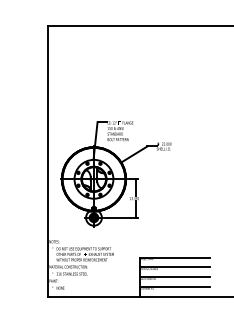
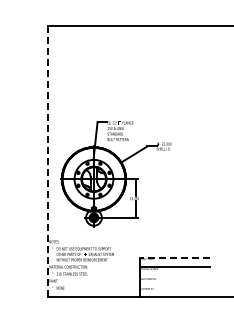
line at (47, 161): solid -> dashed
line at (174, 257): solid -> dashed
line at (174, 277): present -> none
line at (174, 287): present -> none
